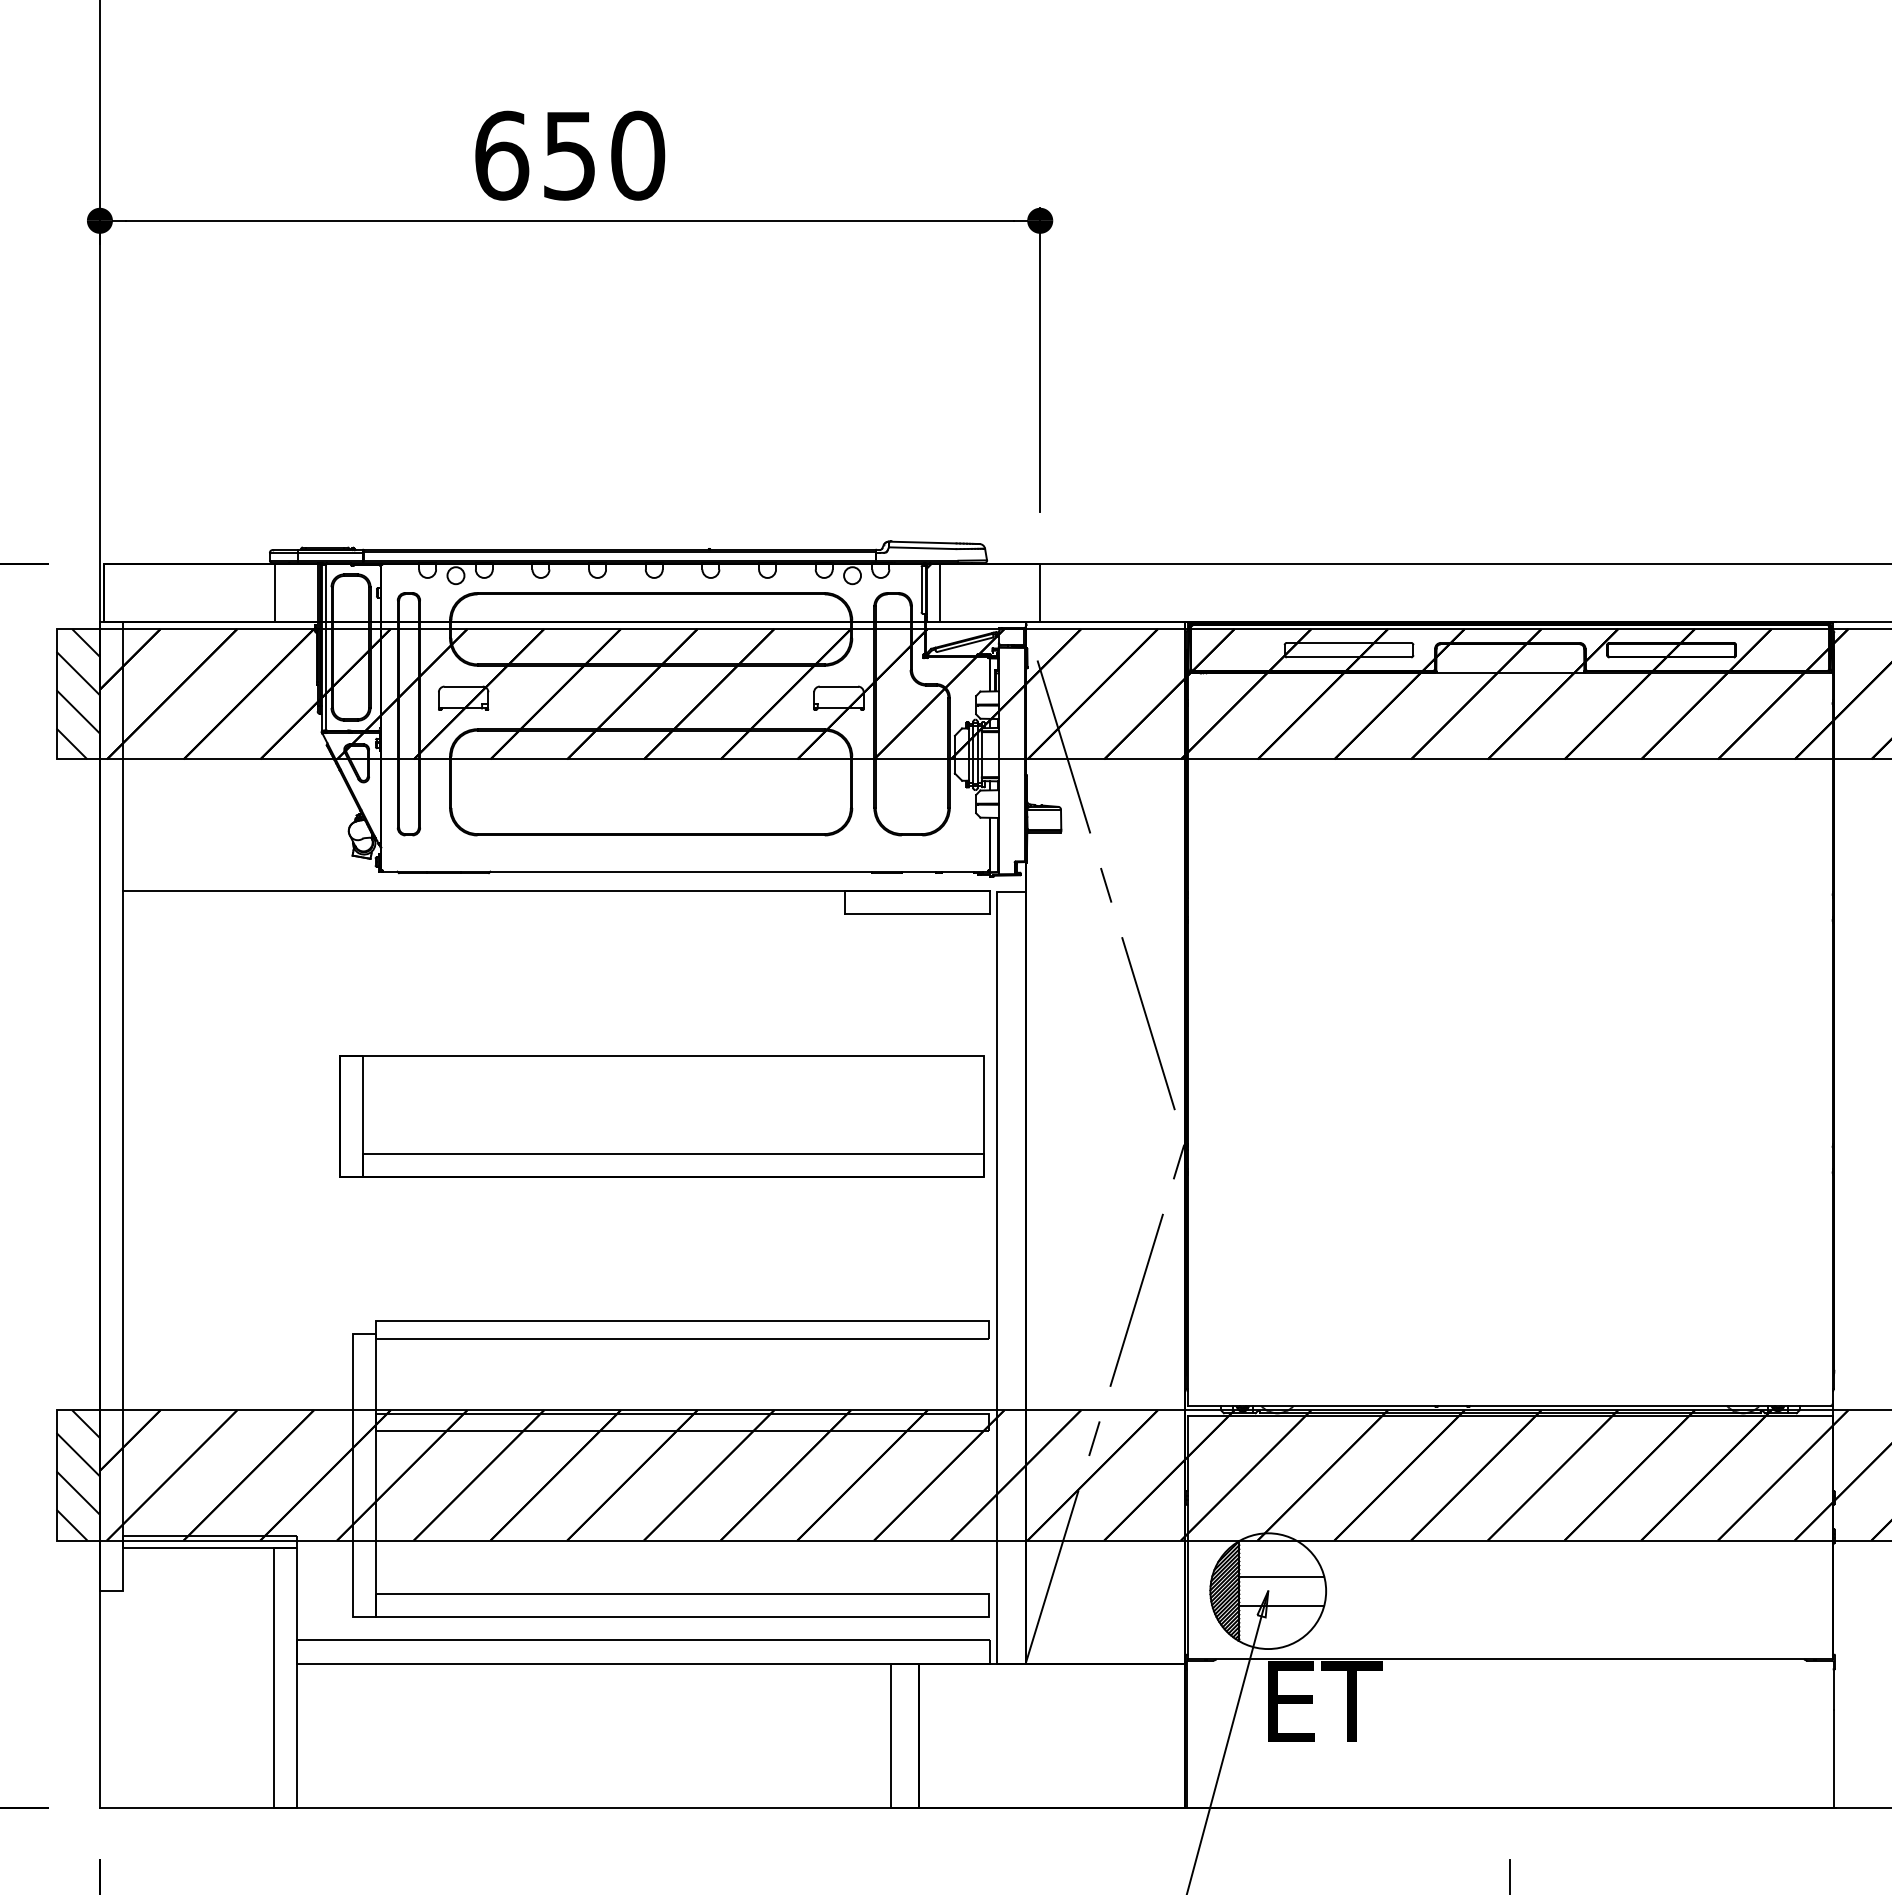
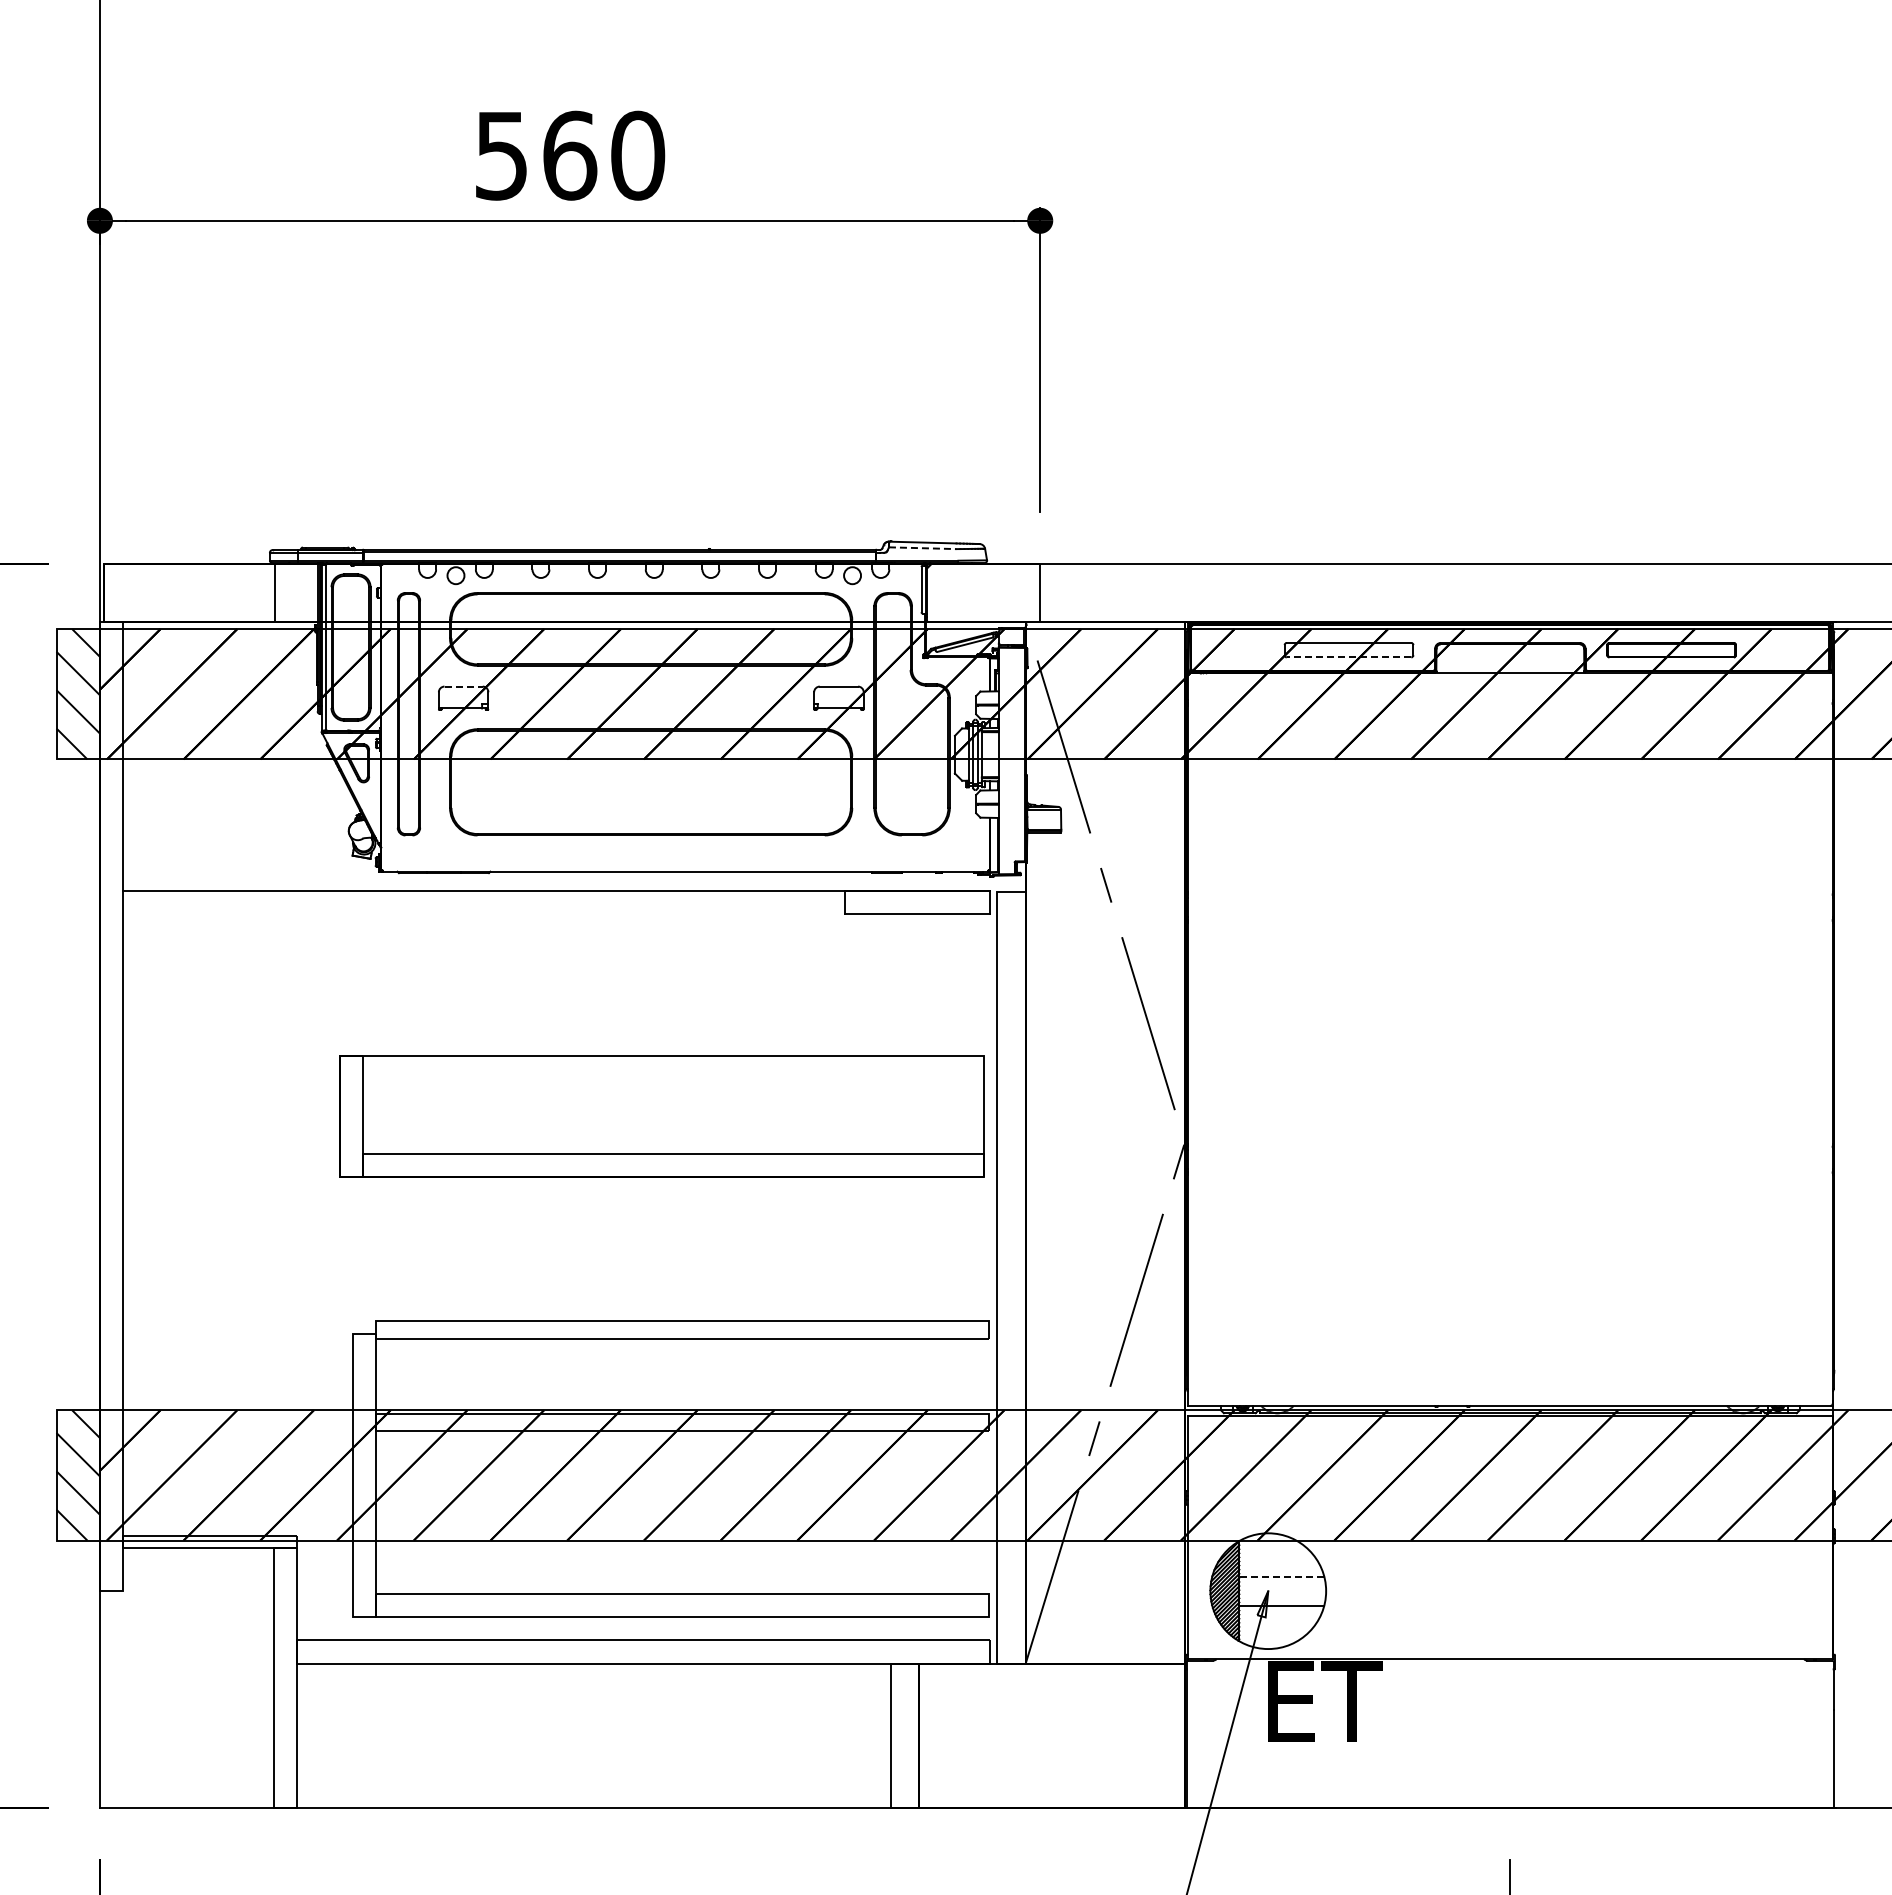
text at (536, 155): 650 -> 560
line at (922, 548): solid -> dashed
line at (940, 592): present -> none
line at (1348, 657): solid -> dashed
line at (464, 686): solid -> dashed
line at (1281, 1576): solid -> dashed
